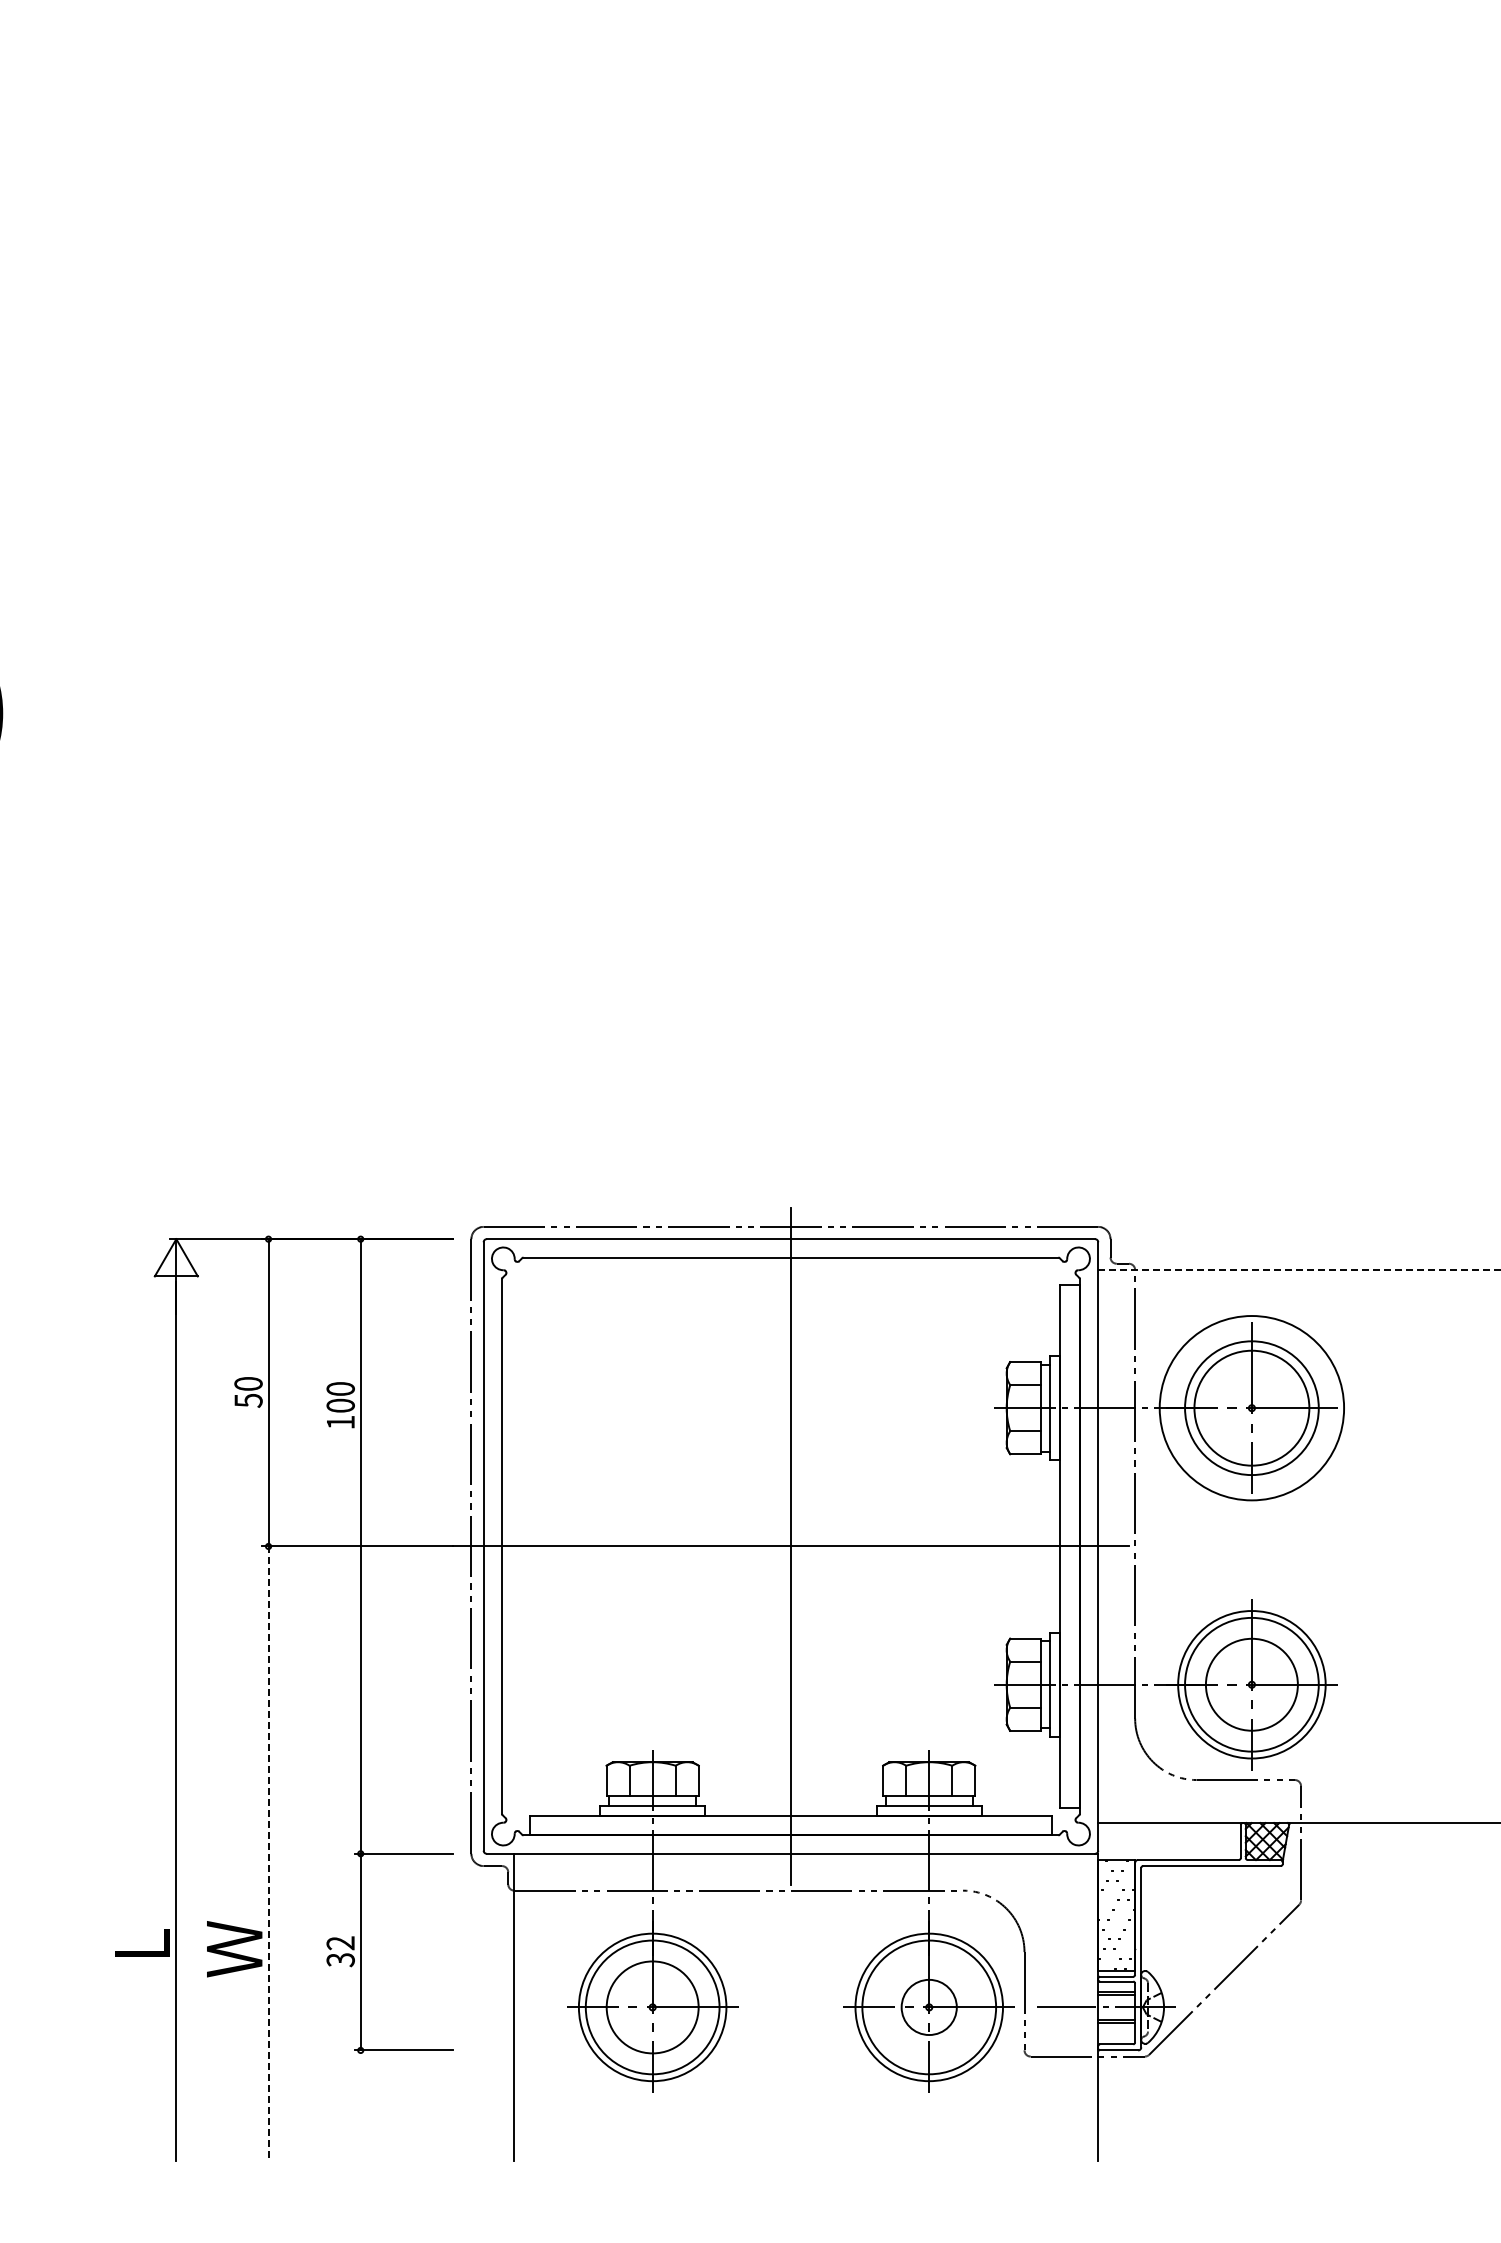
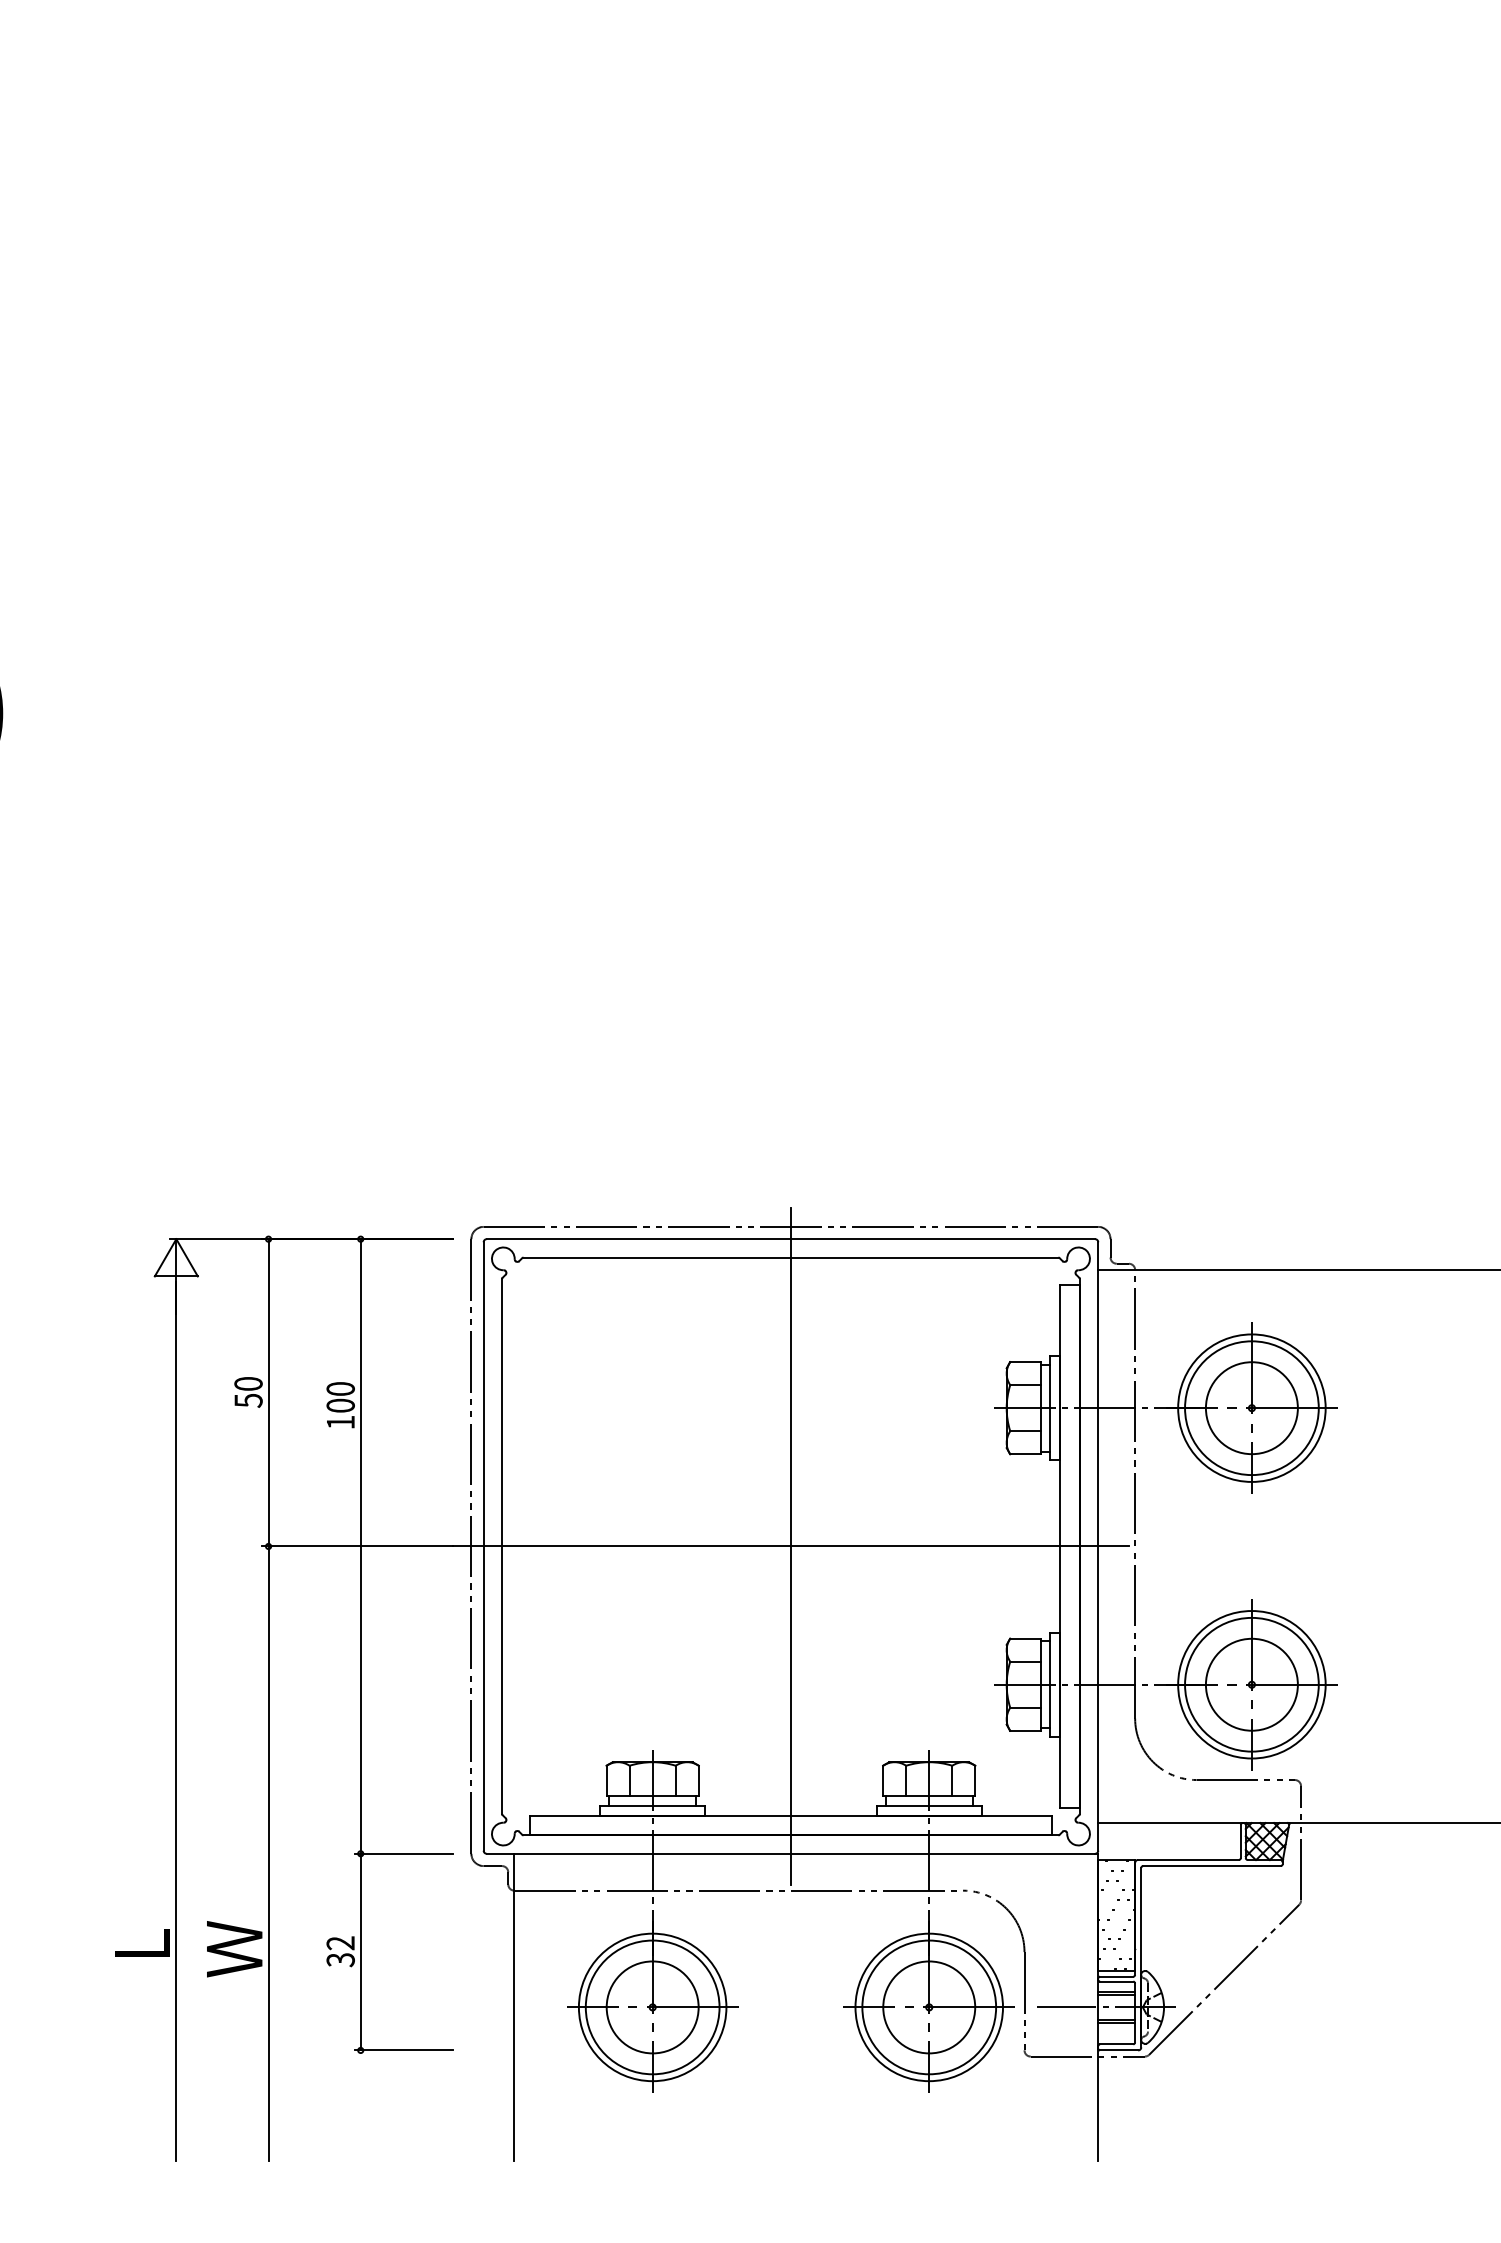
line at (1299, 1269): dashed -> solid
circle at (1251, 1407) diameter: 115 px -> 92 px
circle at (1251, 1408) diameter: 184 px -> 148 px
line at (268, 1854): dashed -> solid
circle at (928, 2007) diameter: 55 px -> 92 px
